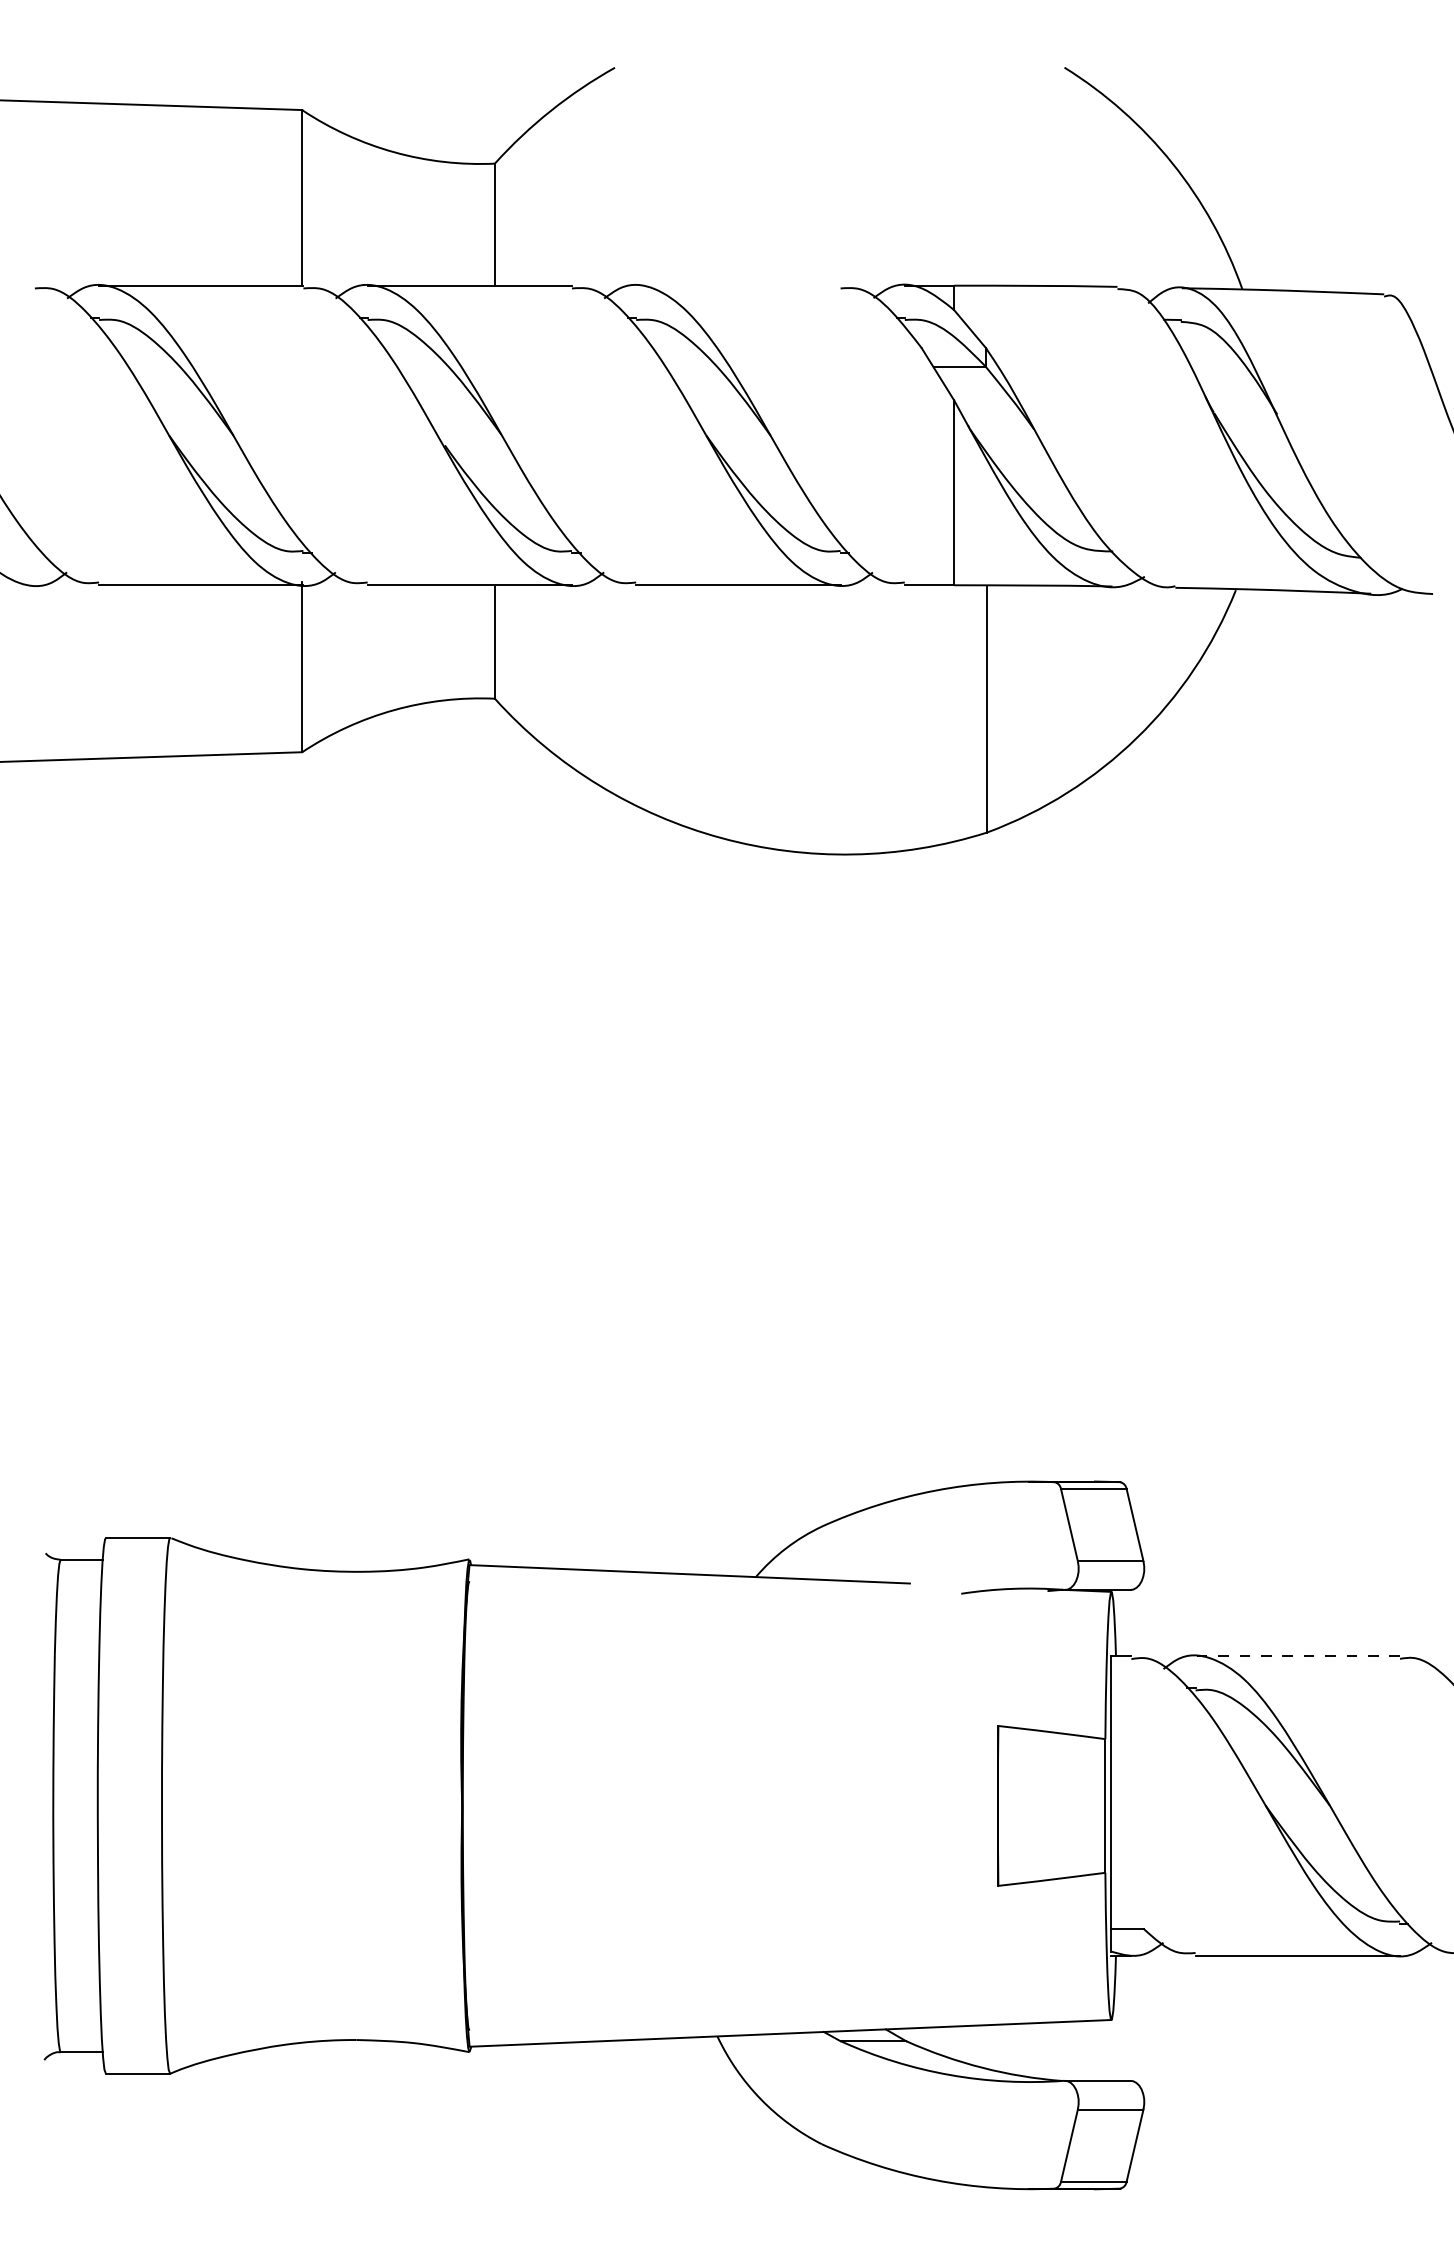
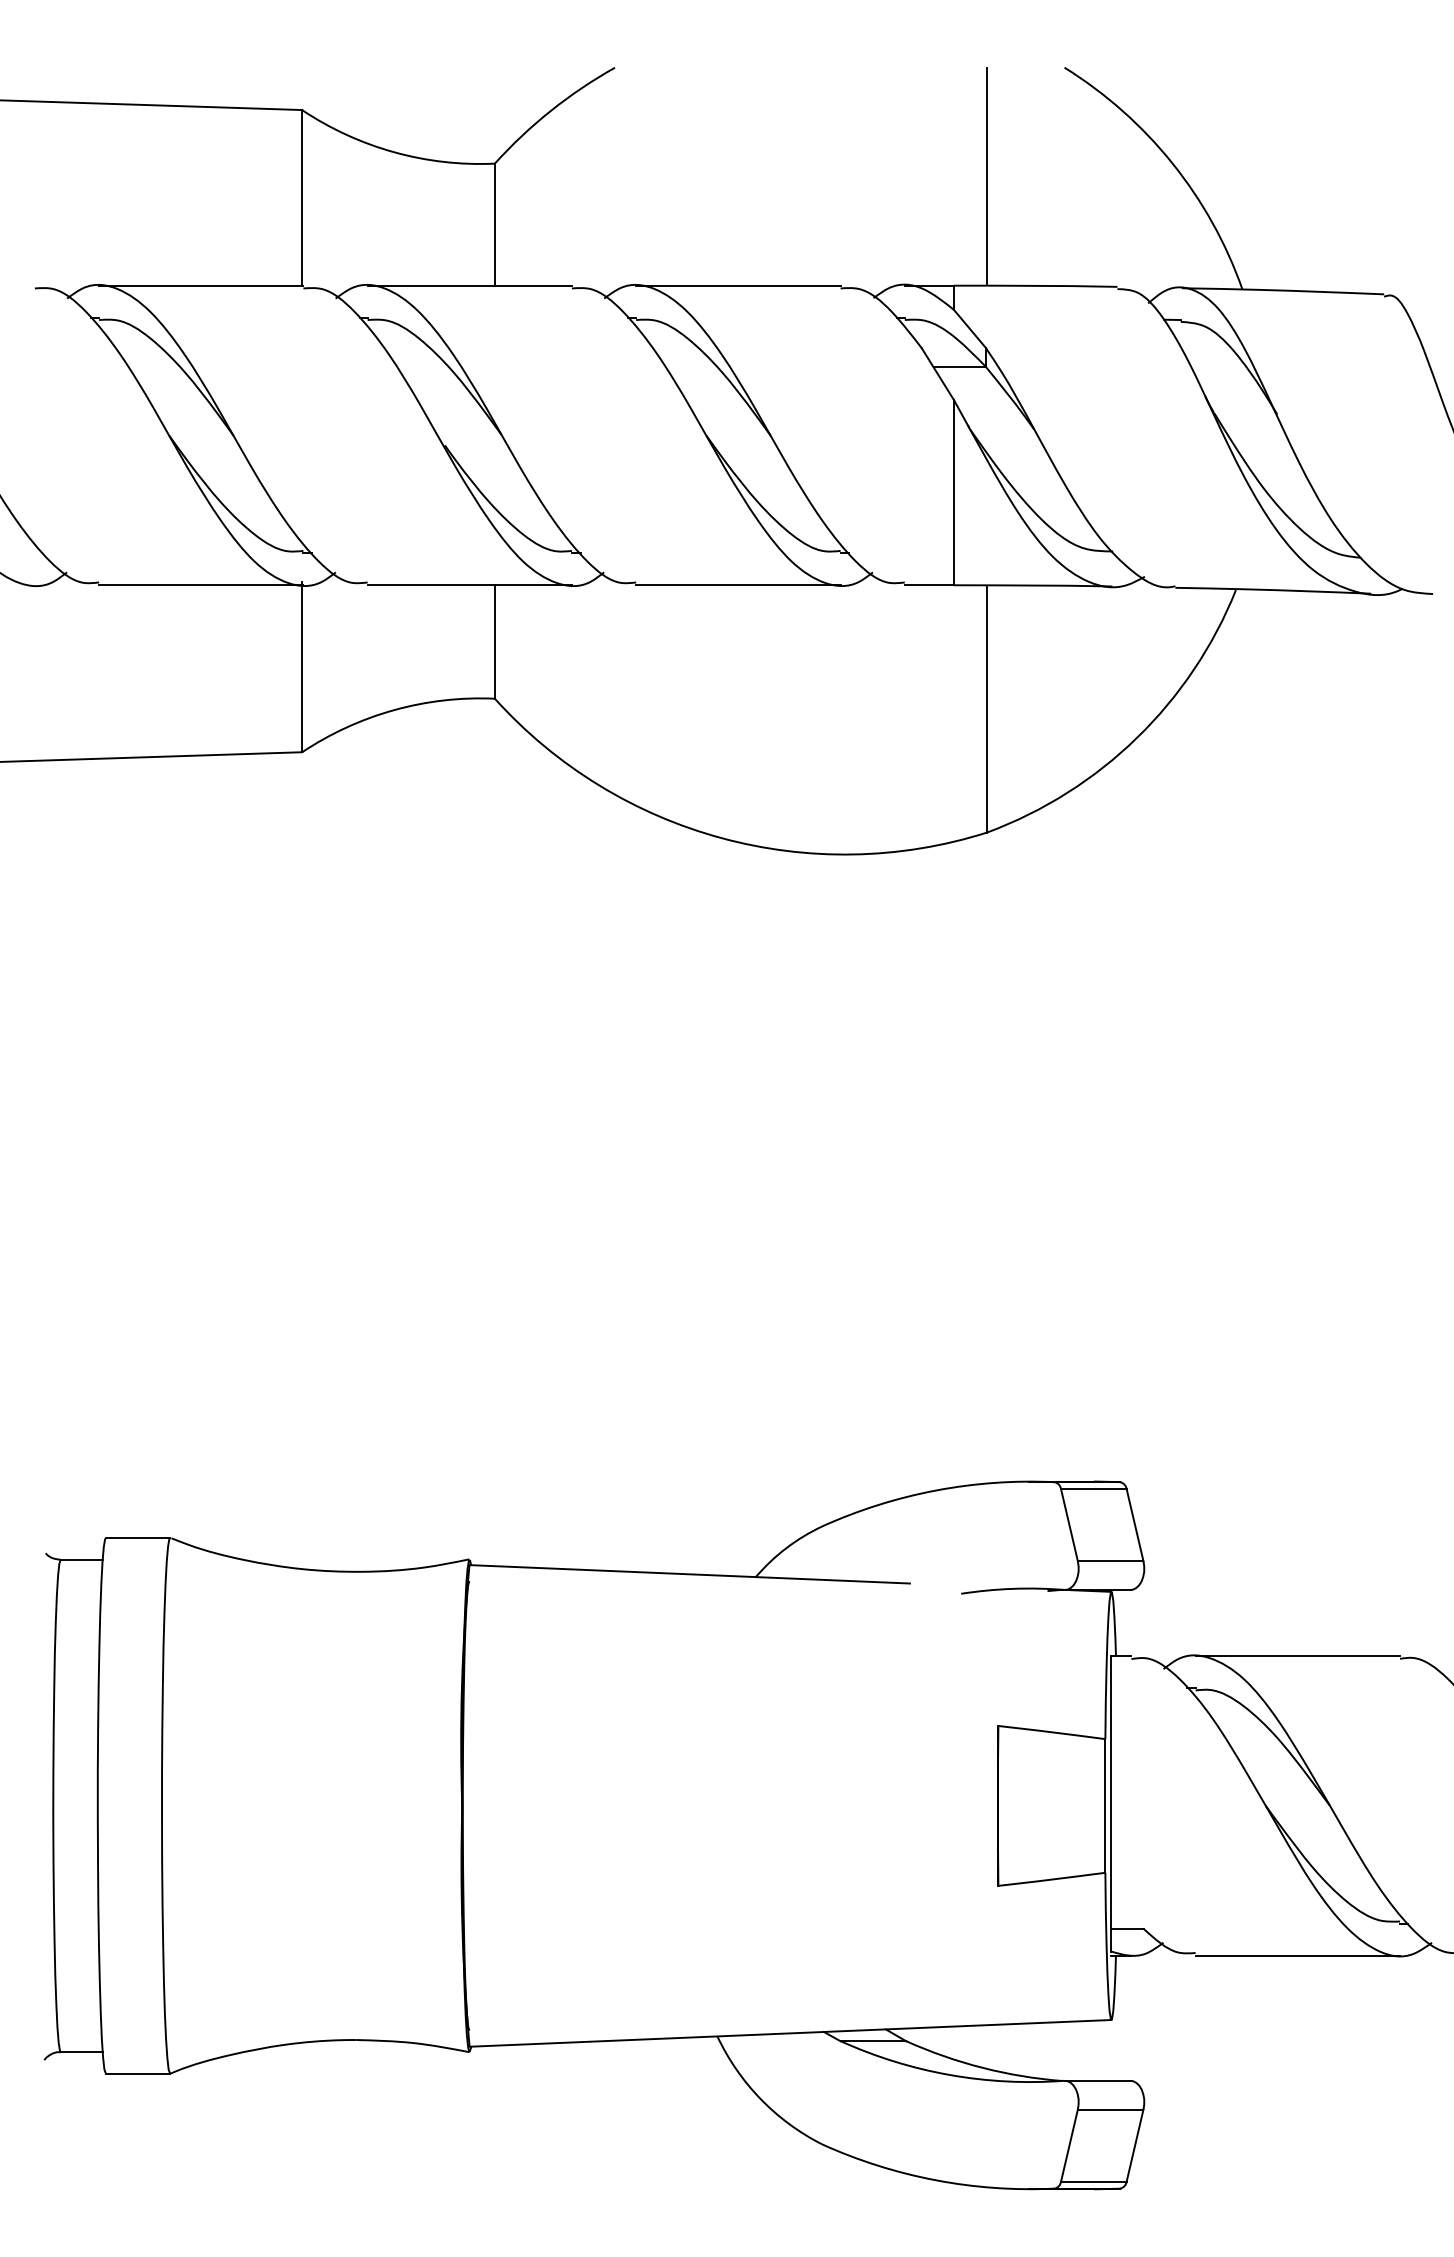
line at (987, 175): none -> present
line at (738, 285): none -> present
line at (1297, 1656): dashed -> solid
